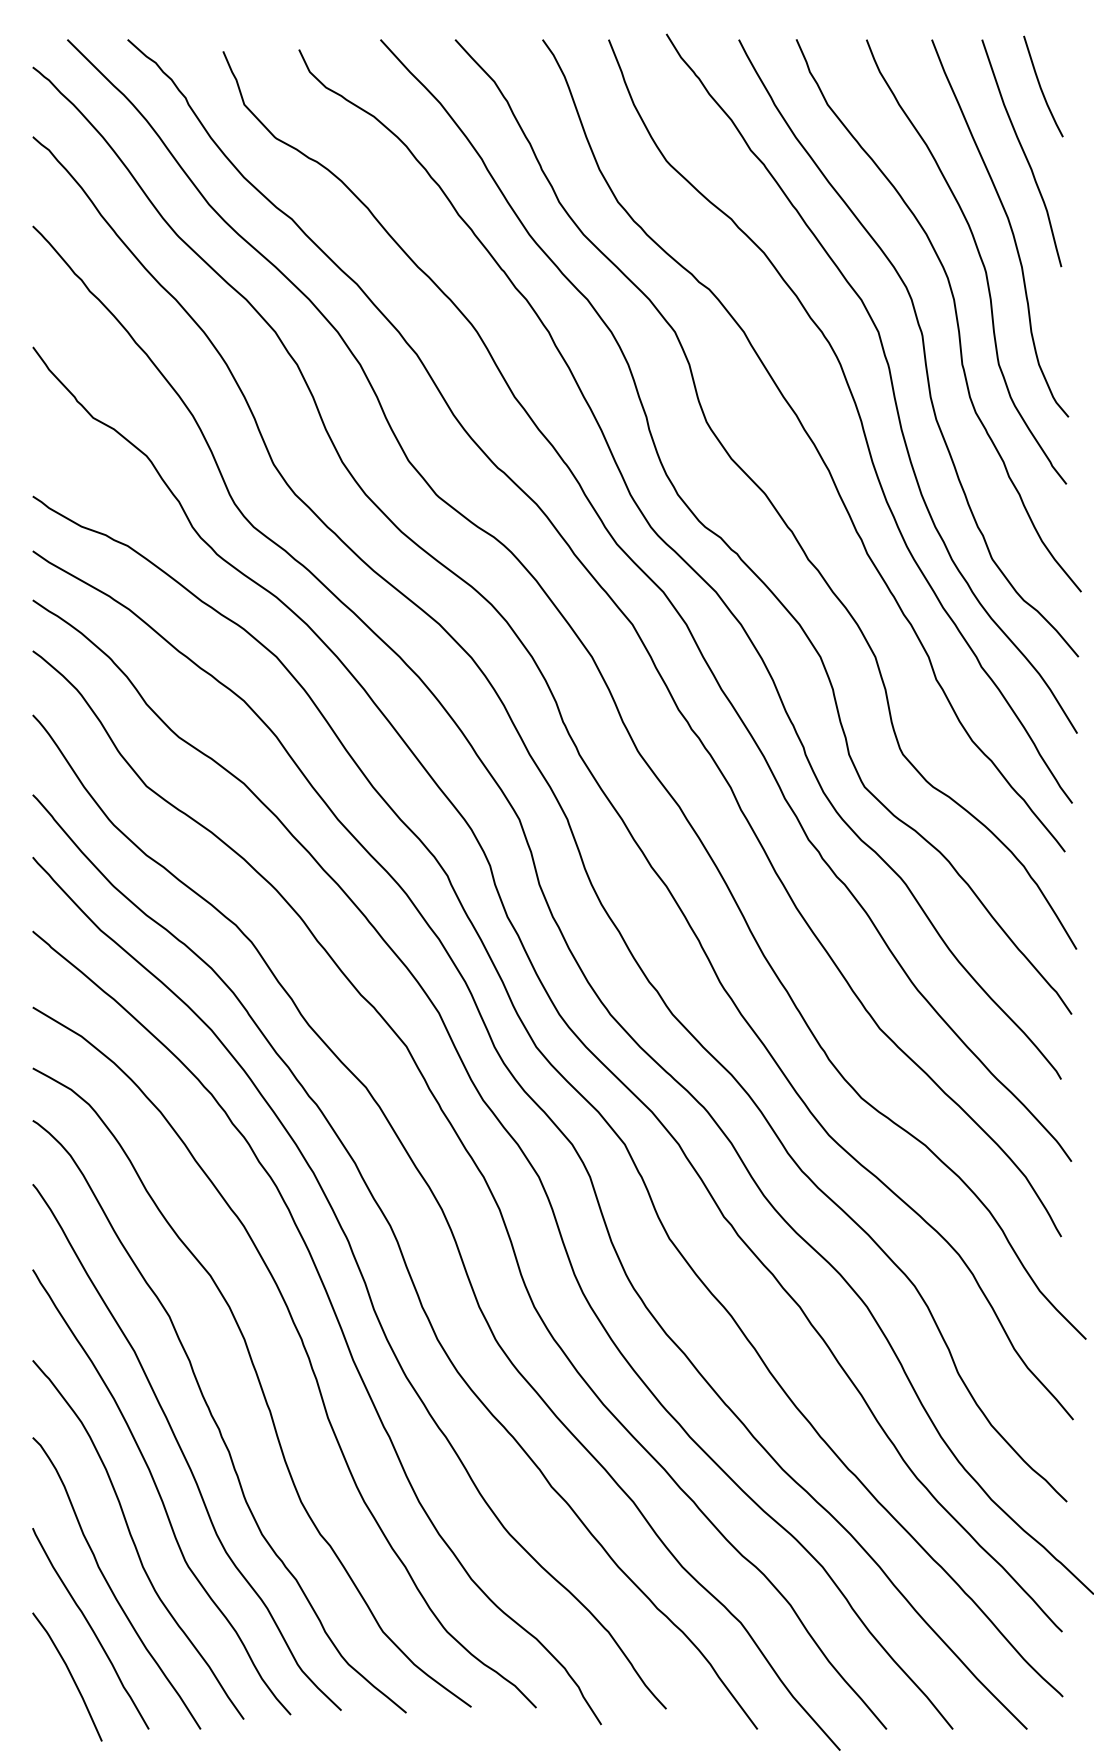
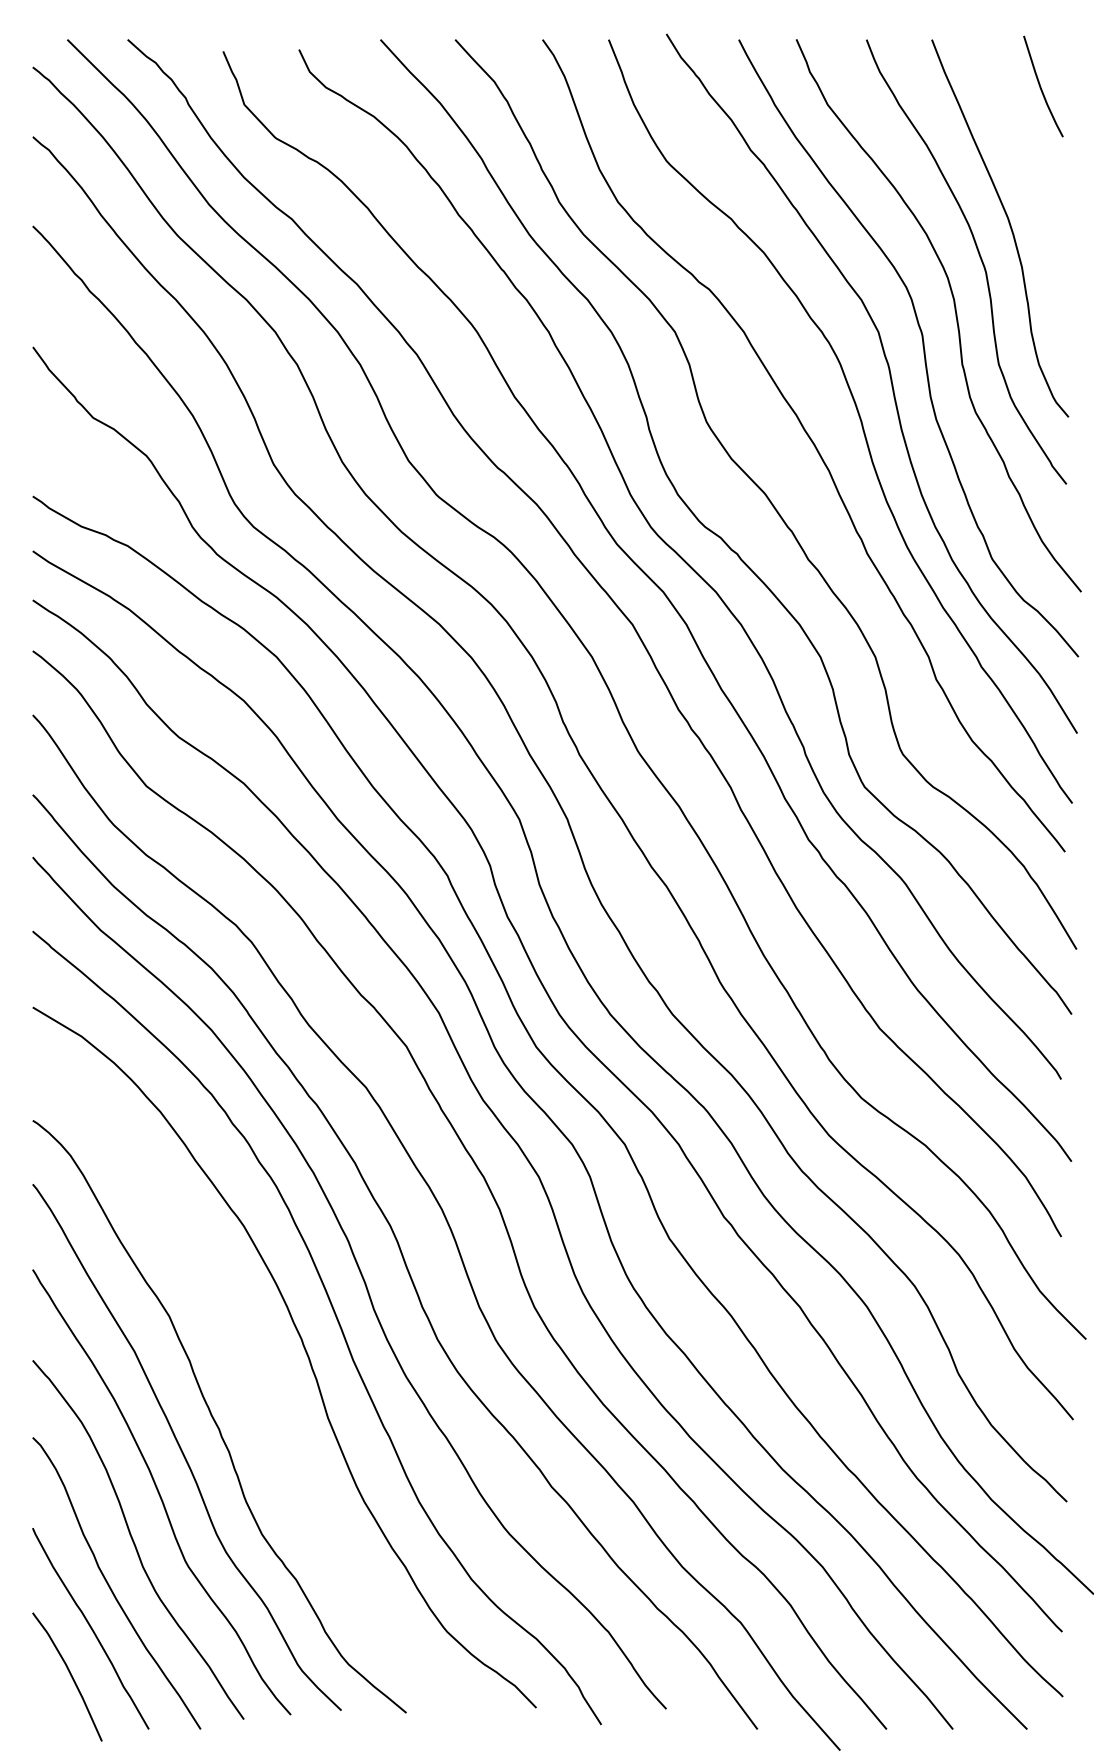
curve at (1023, 153): present -> none
curve at (259, 1385): present -> none
